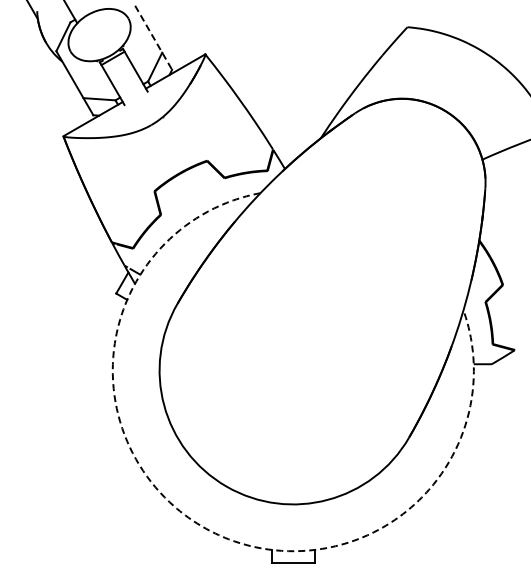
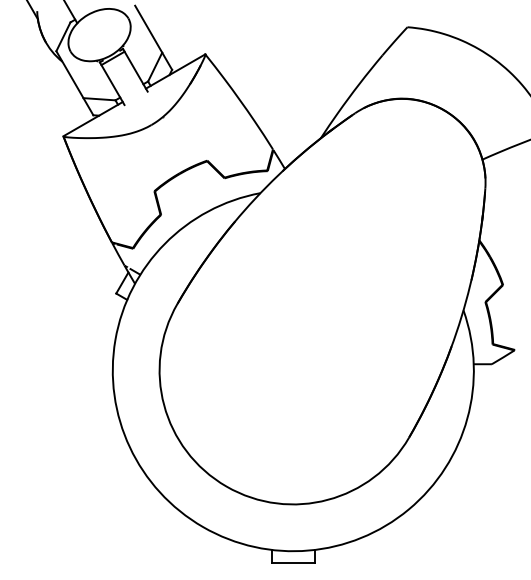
line at (153, 37): dashed -> solid
arc at (203, 527): dashed -> solid
